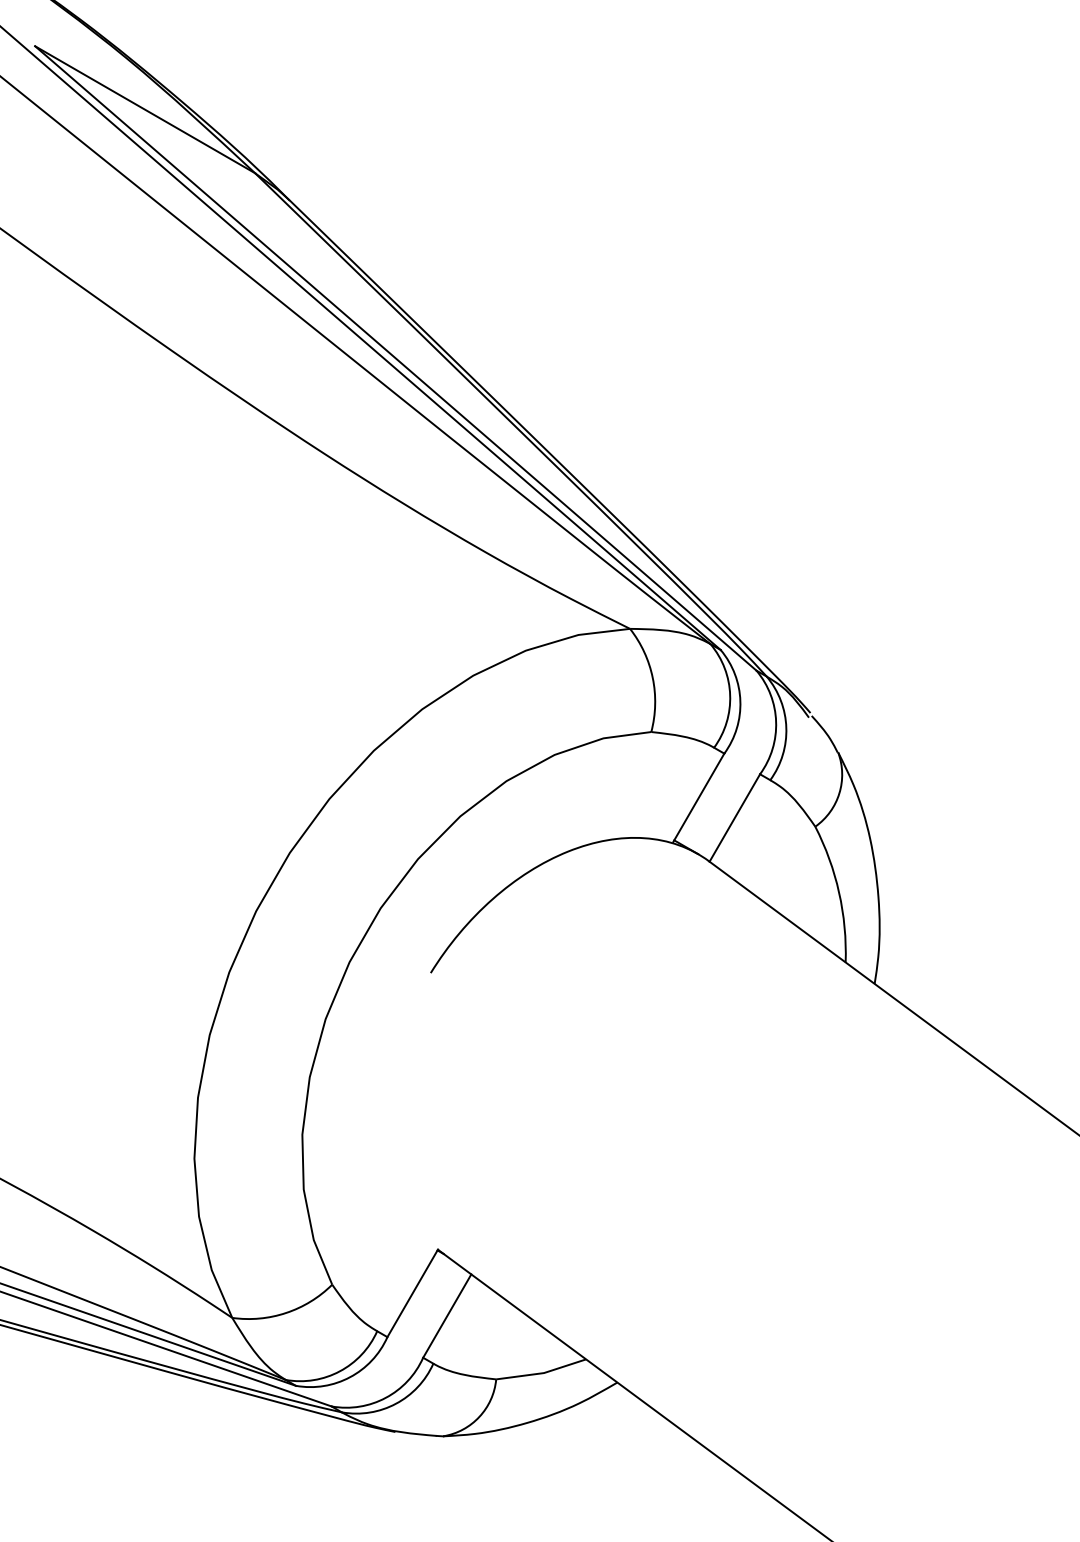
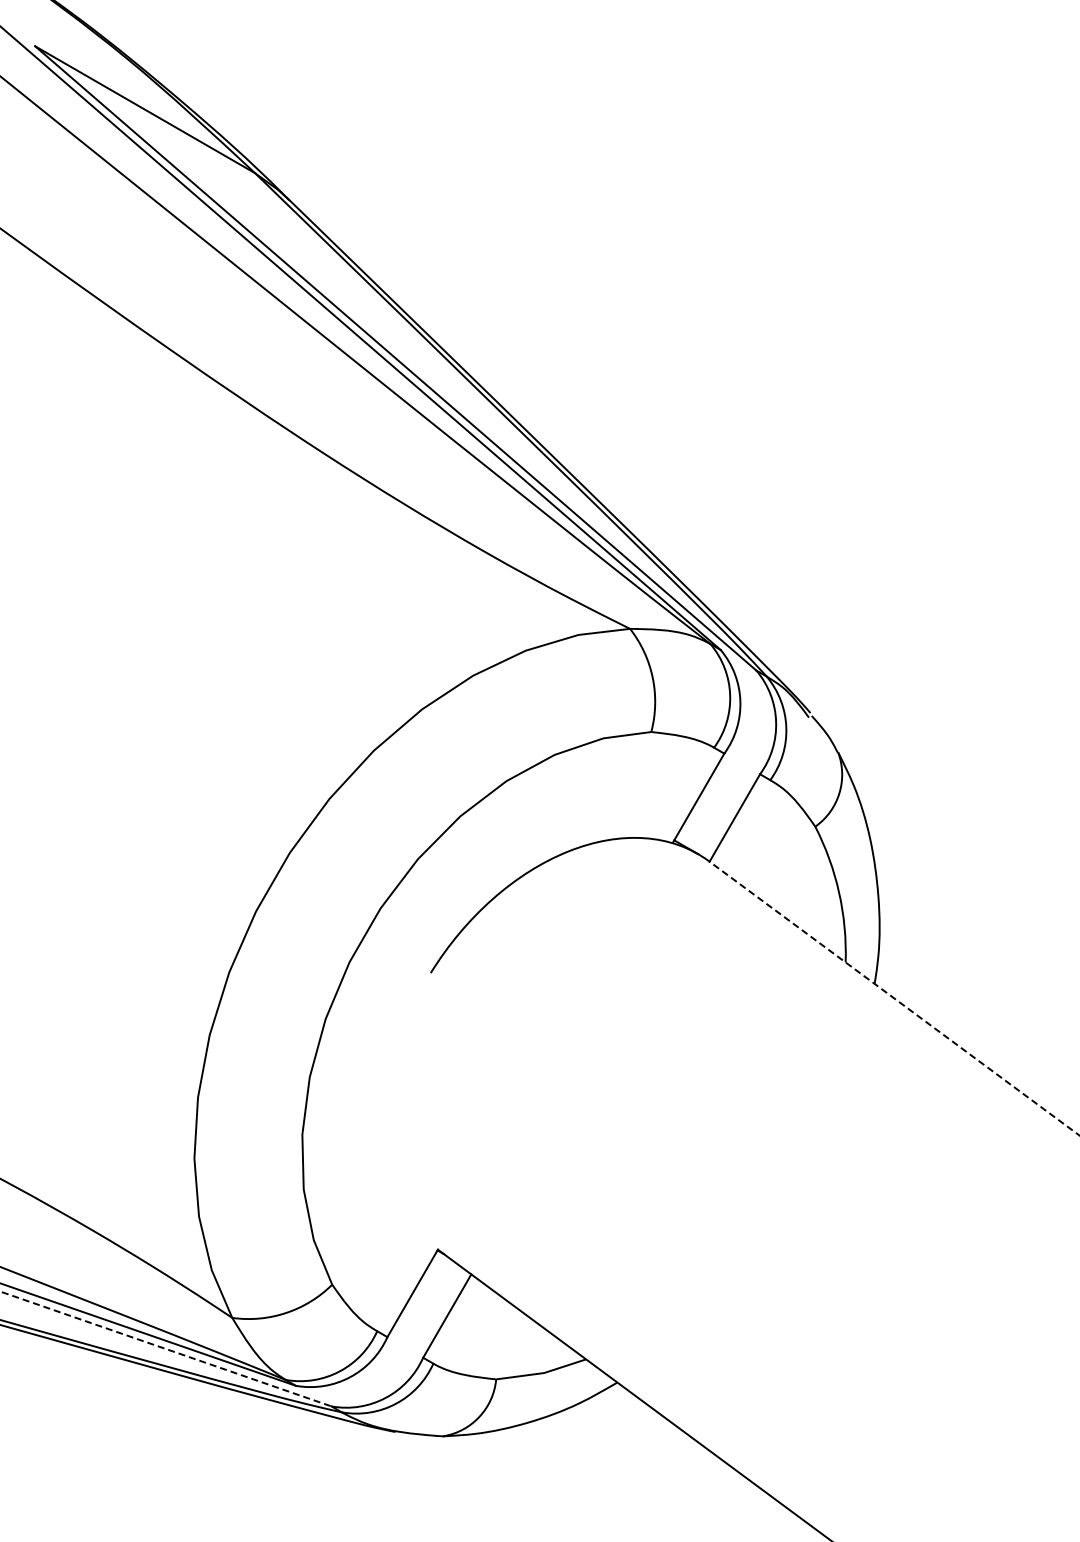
line at (893, 998): solid -> dashed
line at (166, 1349): solid -> dashed
